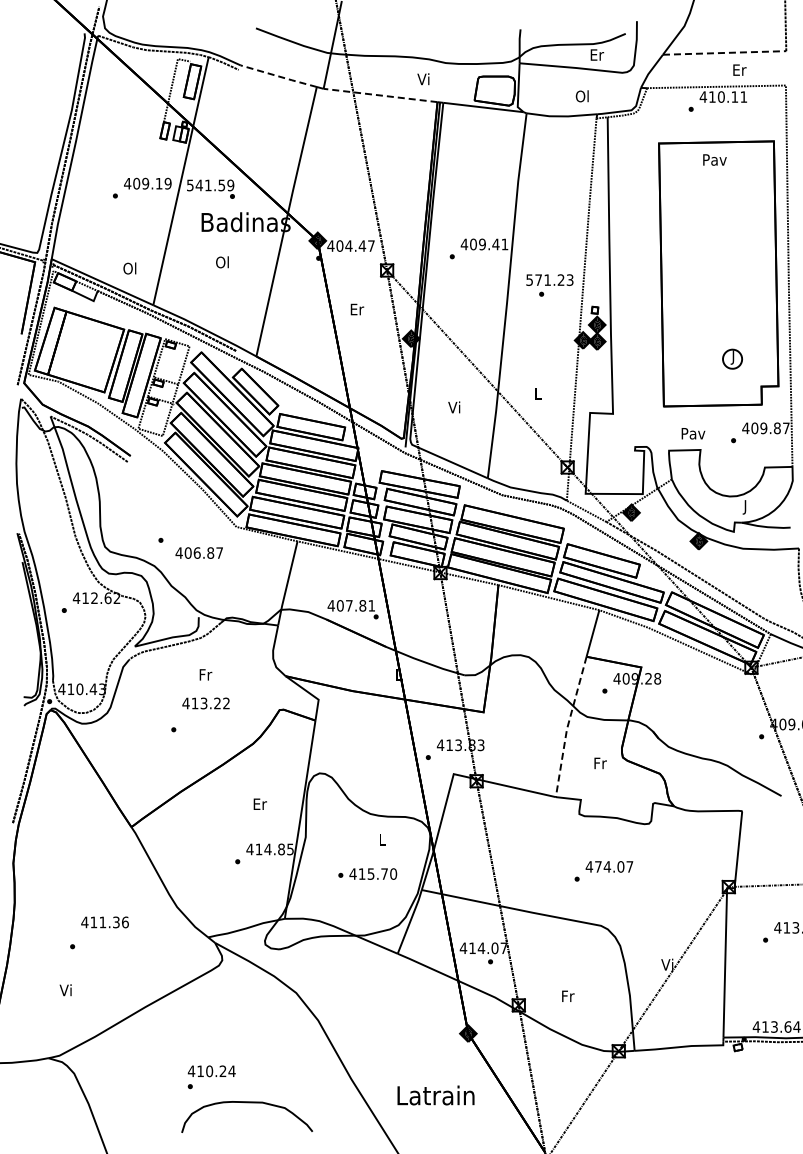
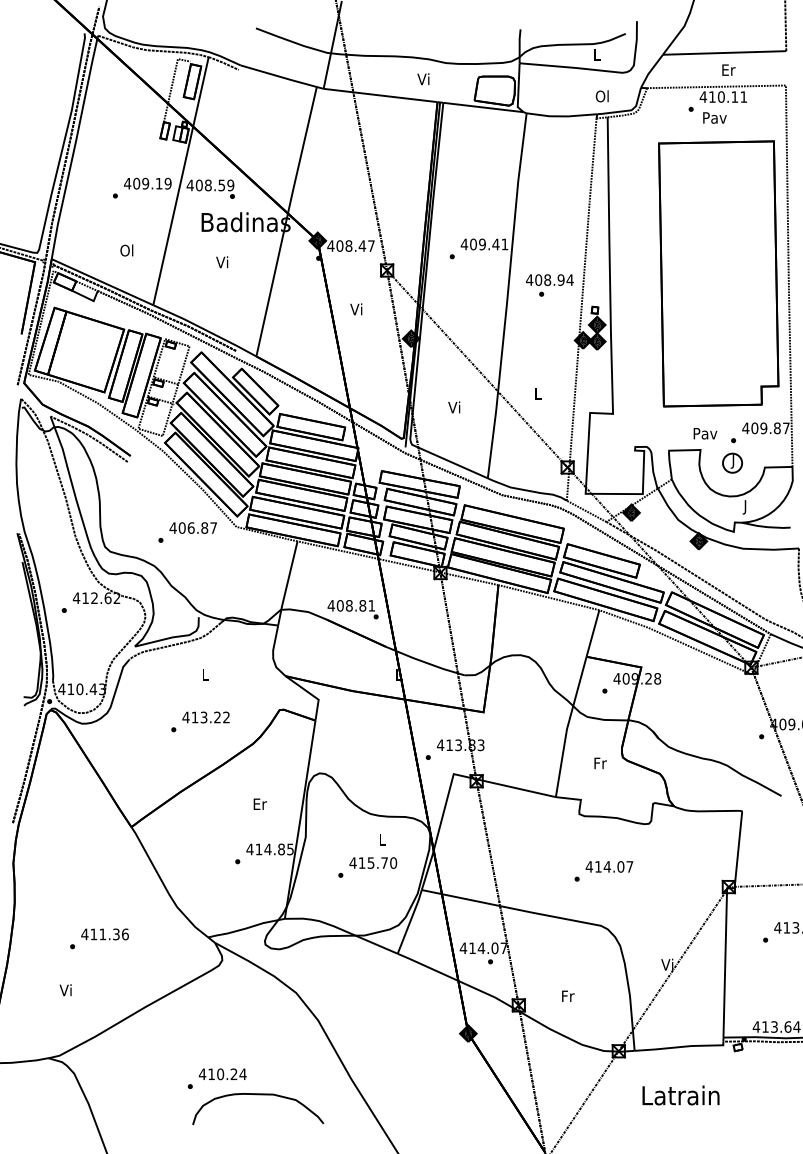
line at (724, 52): dashed -> solid
text at (597, 54): Er -> L
text at (739, 69) position: (739, 69) -> (728, 69)
line at (278, 76): dashed -> solid
line at (380, 95): dashed -> solid
text at (581, 96) position: (581, 96) -> (601, 96)
text at (714, 159) position: (714, 159) -> (714, 117)
text at (198, 185): 541.59 -> 408.59
text at (348, 245): 404.47 -> 408.47
text at (222, 262): Ol -> Vi
text at (129, 268) position: (129, 268) -> (126, 250)
text at (549, 279): 571.23 -> 408.94
text at (357, 309): Er -> Vi
part at (732, 358) position: (732, 358) -> (732, 462)
text at (693, 433) position: (693, 433) -> (705, 433)
text at (198, 552) position: (198, 552) -> (192, 527)
text at (348, 605): 407.81 -> 408.81
text at (205, 674): Fr -> L
text at (205, 703) position: (205, 703) -> (205, 717)
line at (567, 726): dashed -> solid
text at (598, 866): 474.07 -> 414.07
text at (373, 873) position: (373, 873) -> (373, 862)
text at (104, 922) position: (104, 922) -> (104, 934)
text at (211, 1071) position: (211, 1071) -> (222, 1074)
text at (435, 1095) position: (435, 1095) -> (680, 1095)
curve at (247, 1103) position: (247, 1103) -> (258, 1095)
